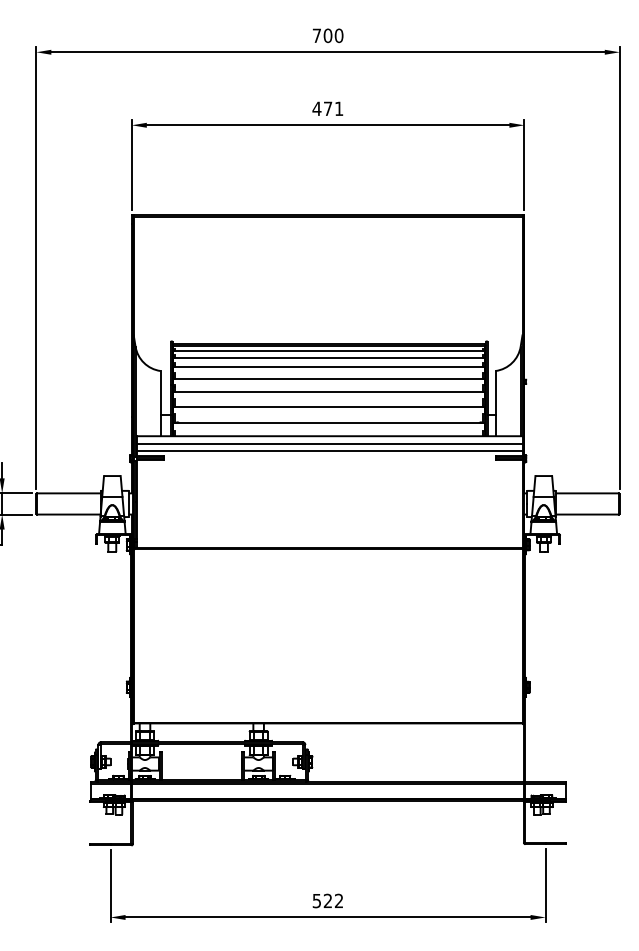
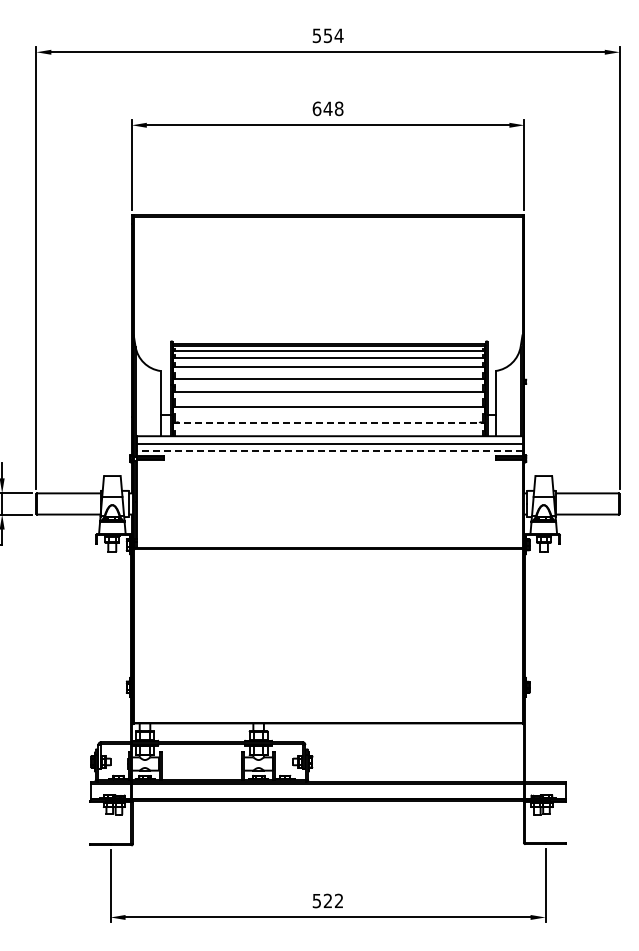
text at (327, 35): 700 -> 554
text at (327, 108): 471 -> 648
line at (329, 423): solid -> dashed
line at (329, 451): solid -> dashed
